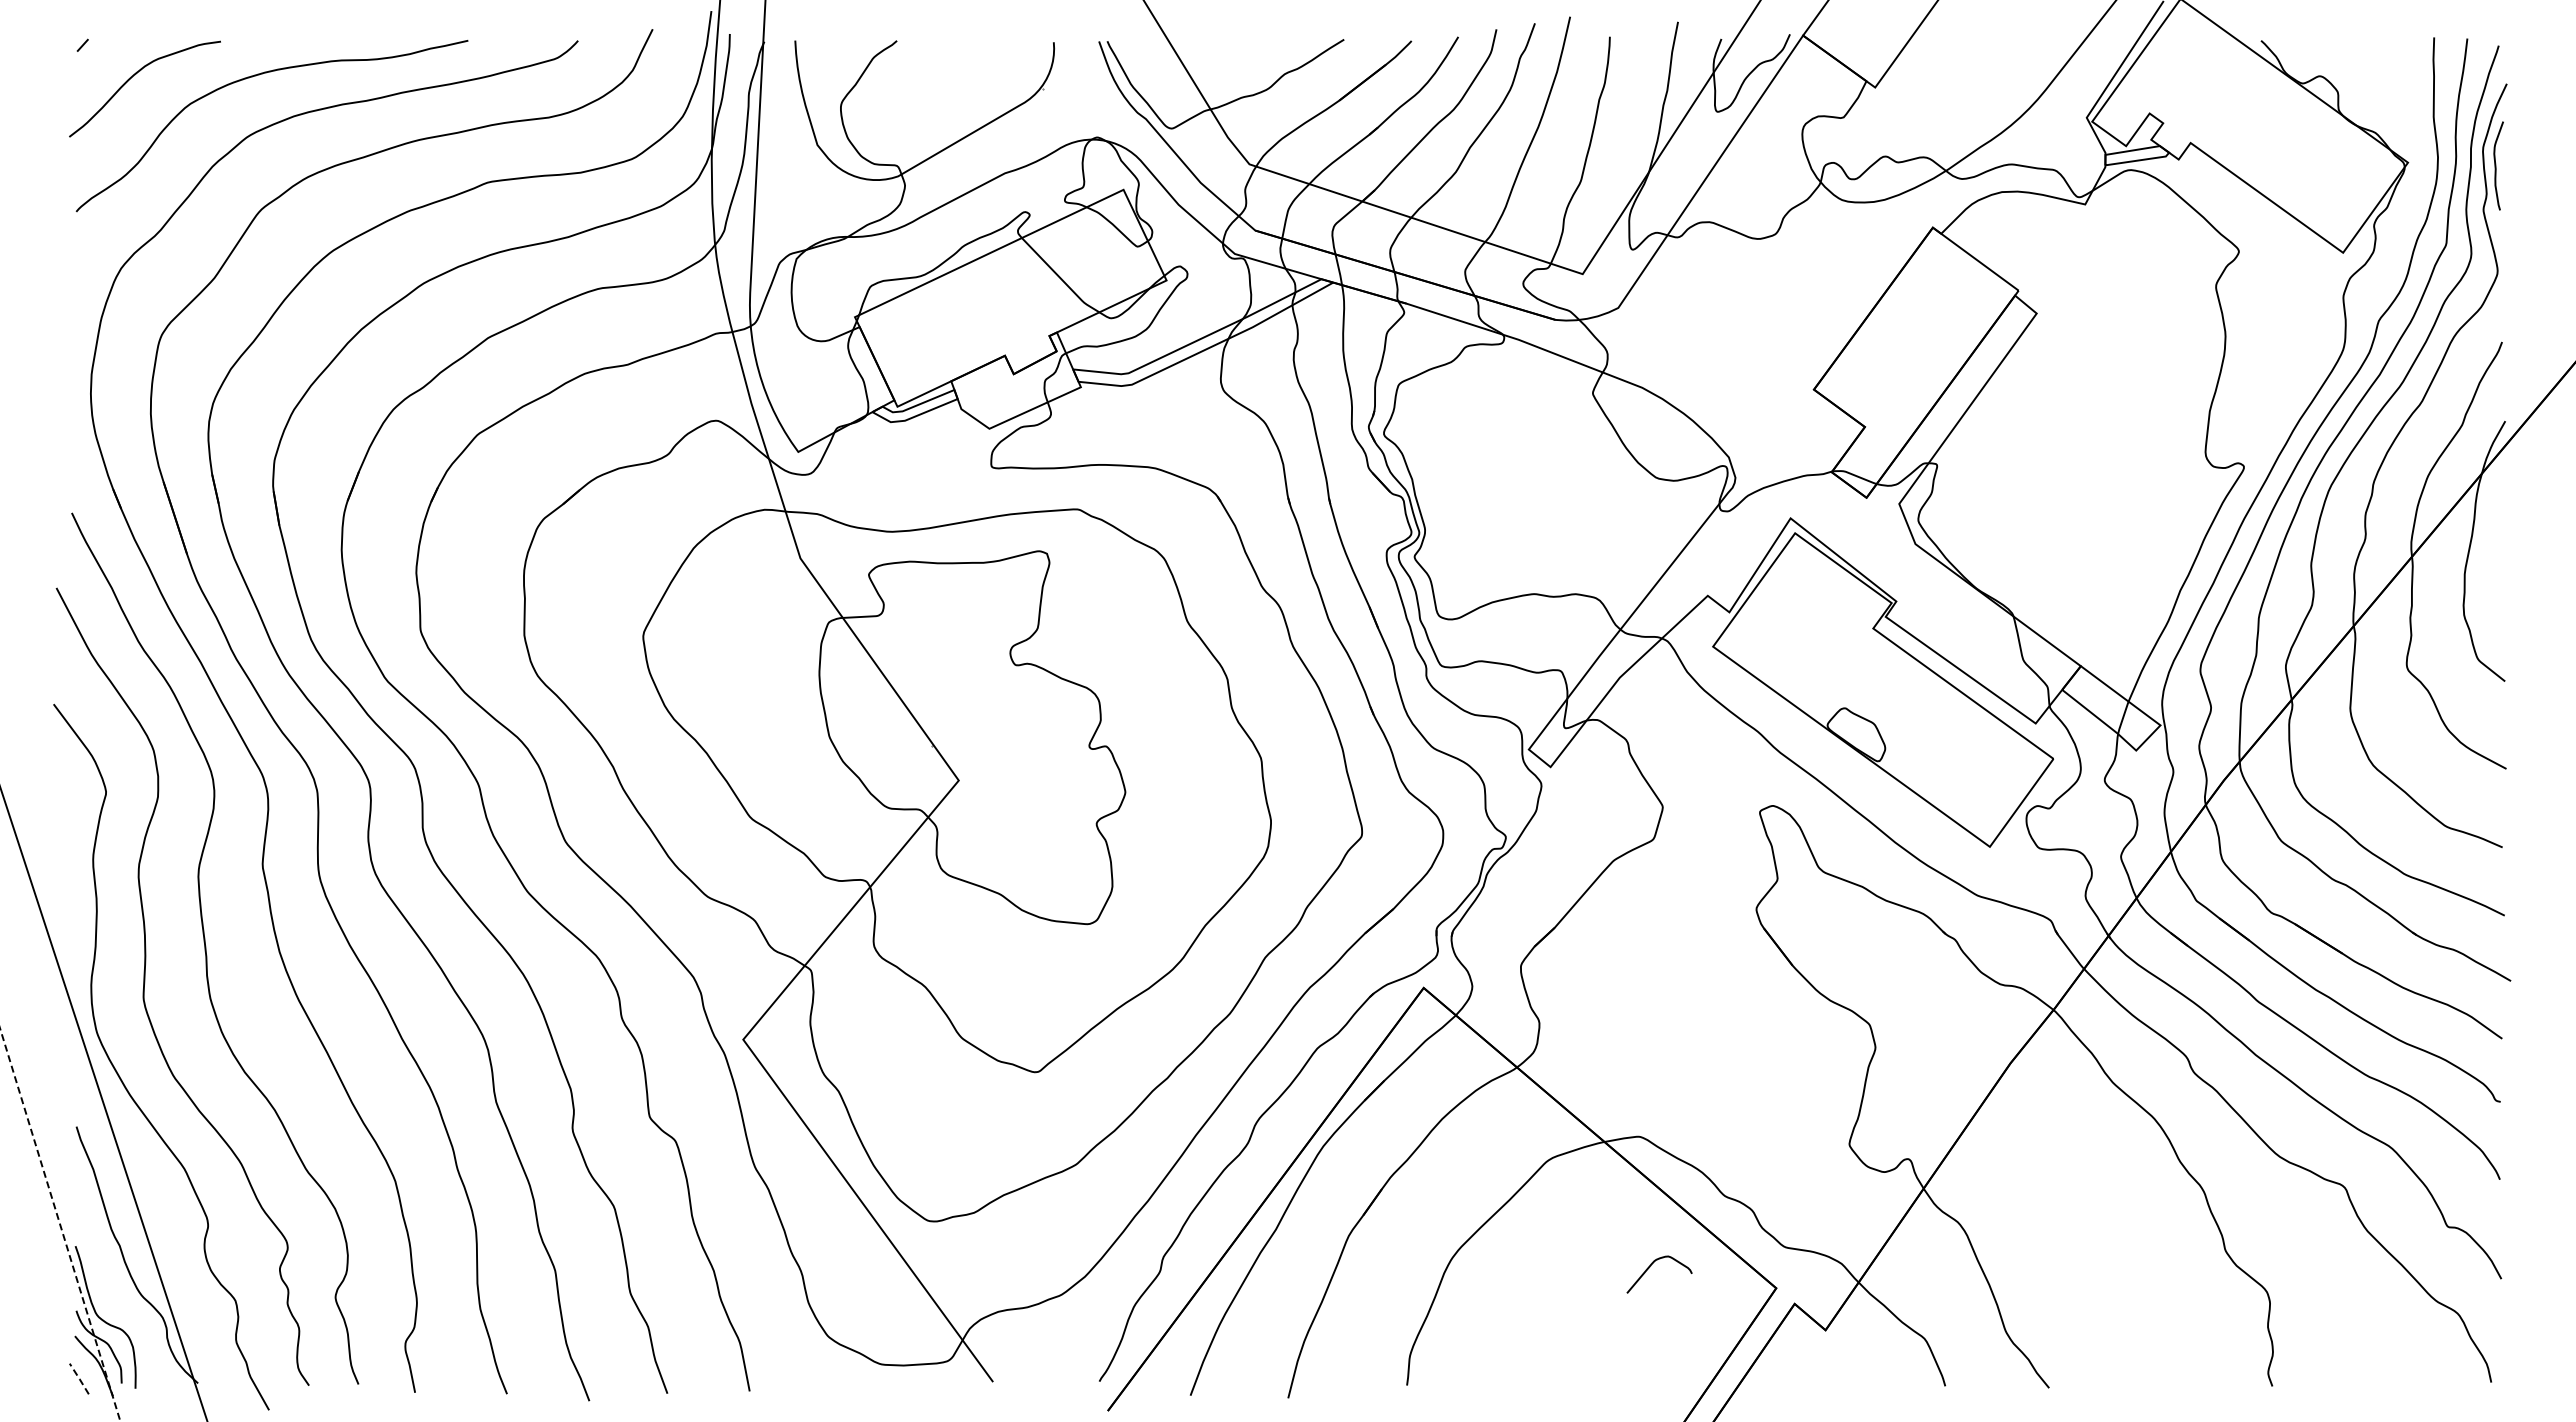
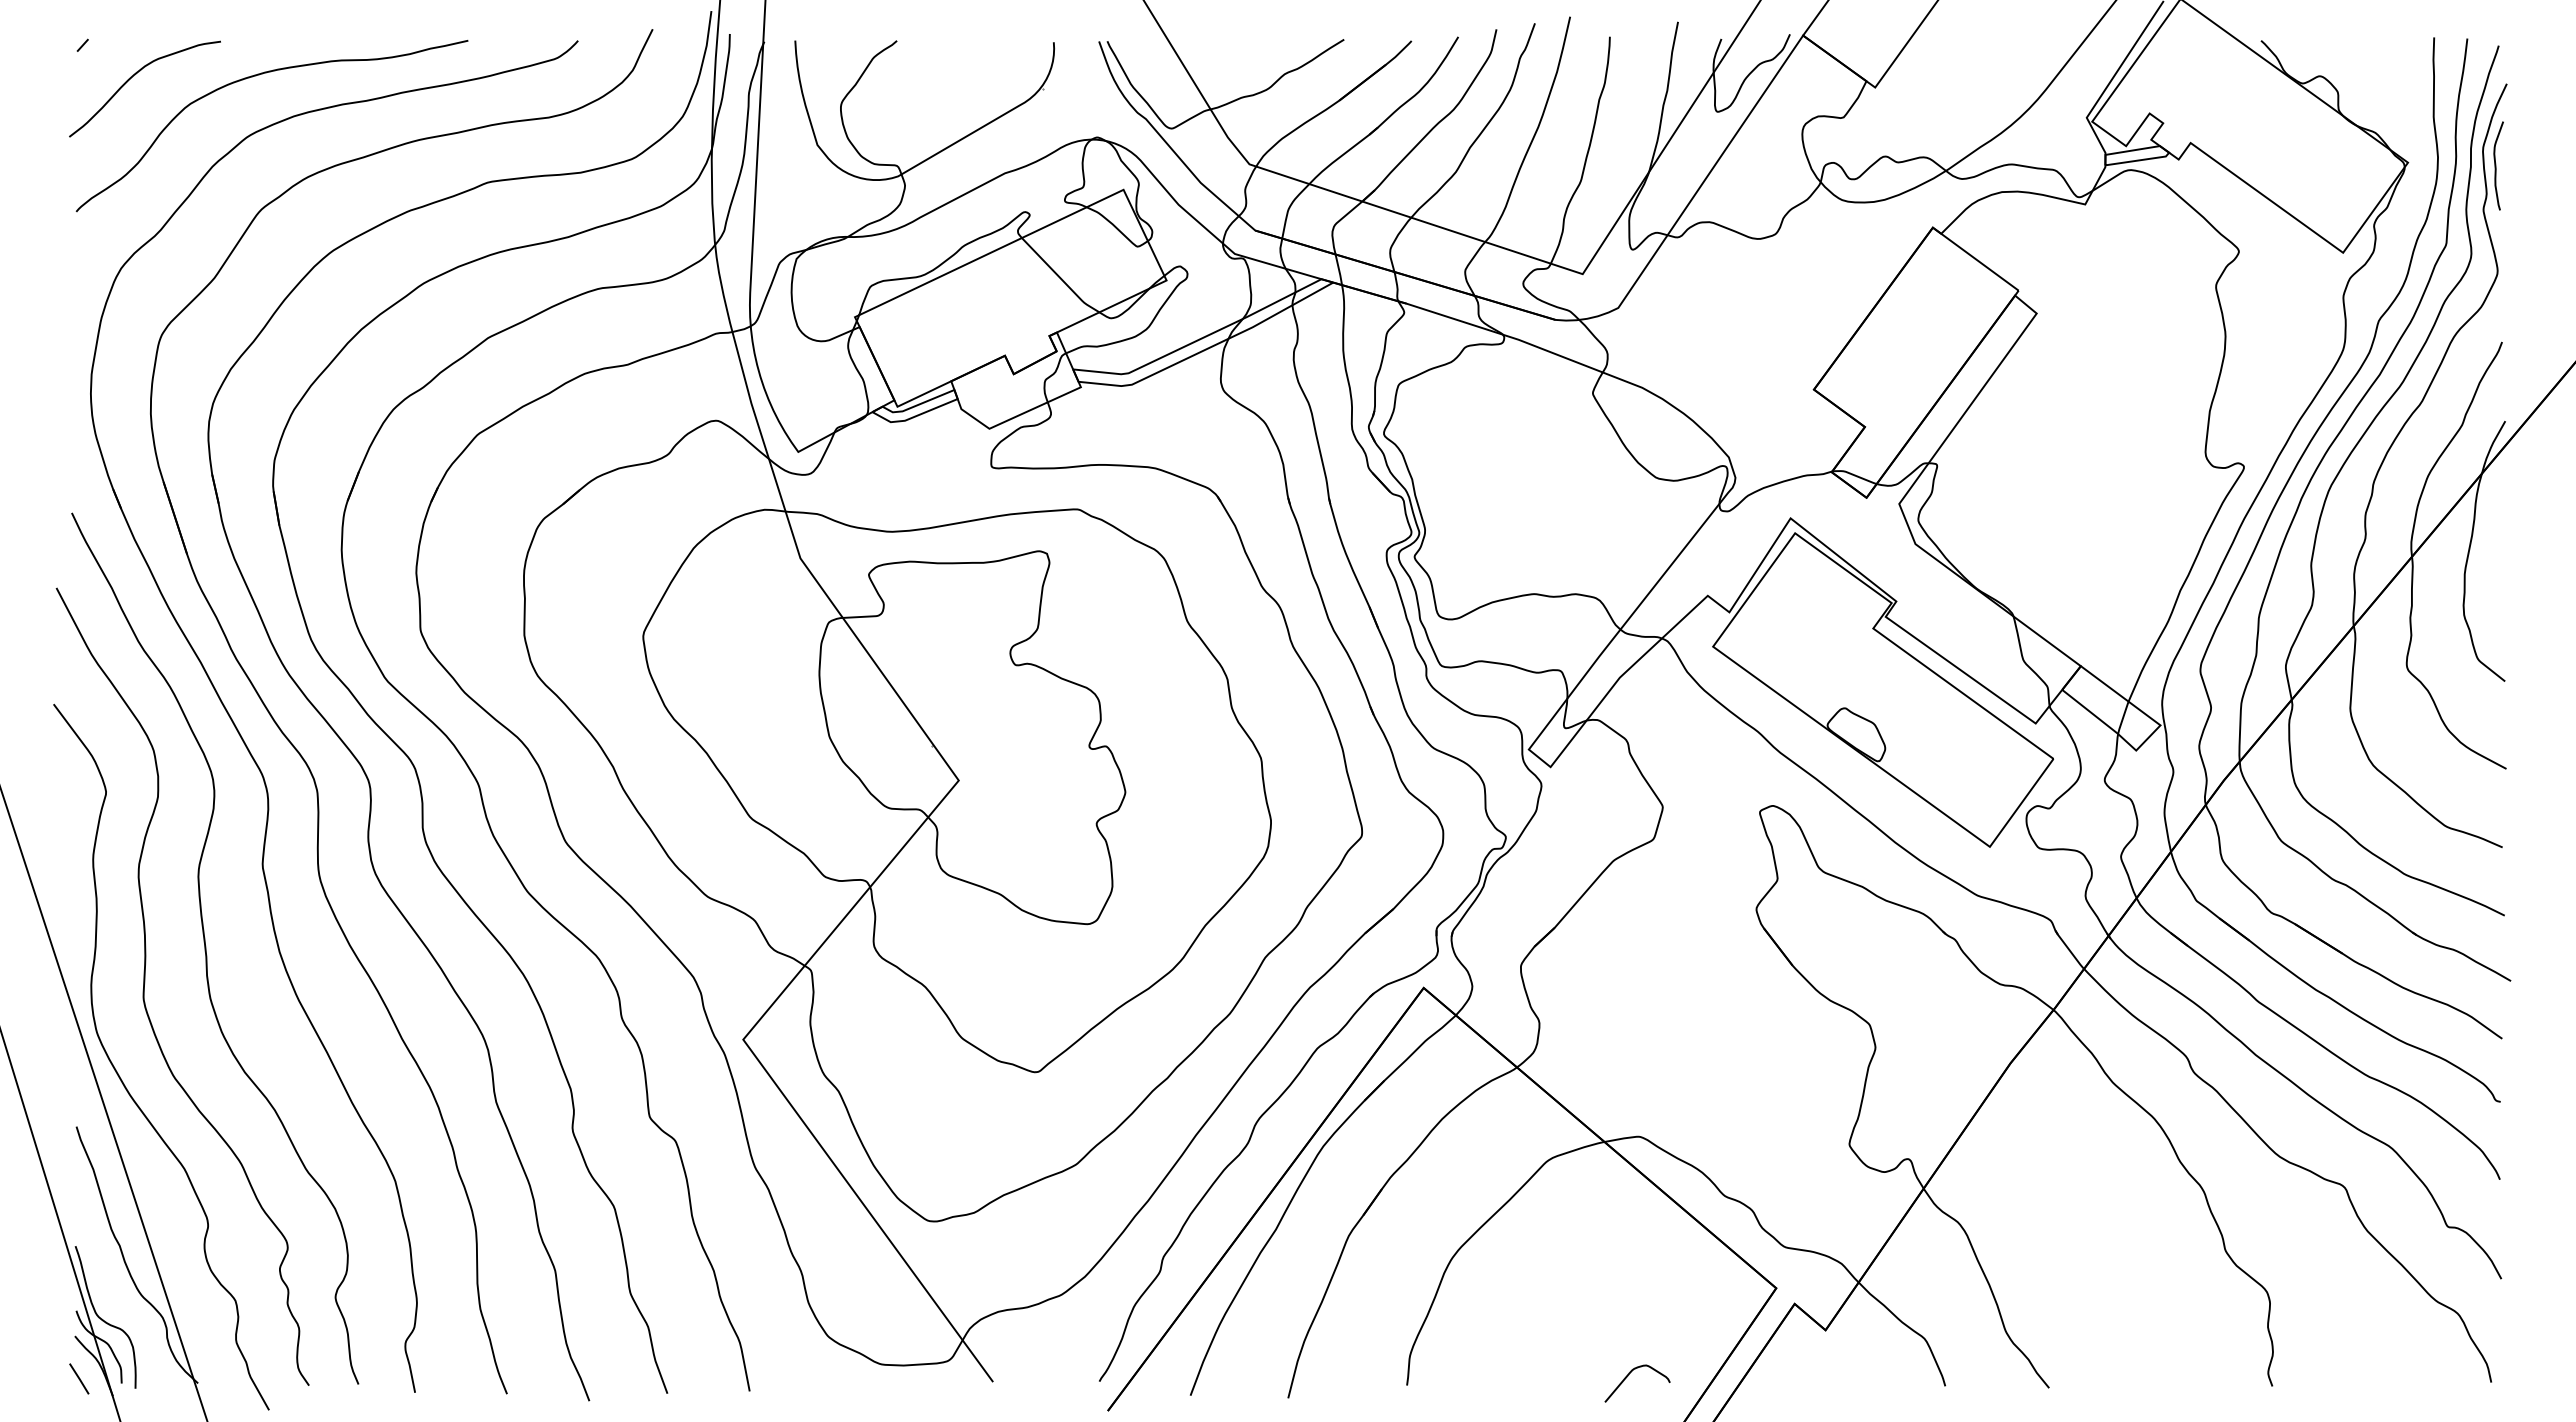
line at (60, 1224): dashed -> solid
curve at (1650, 1267) position: (1650, 1267) -> (1628, 1376)
line at (79, 1379): dashed -> solid
